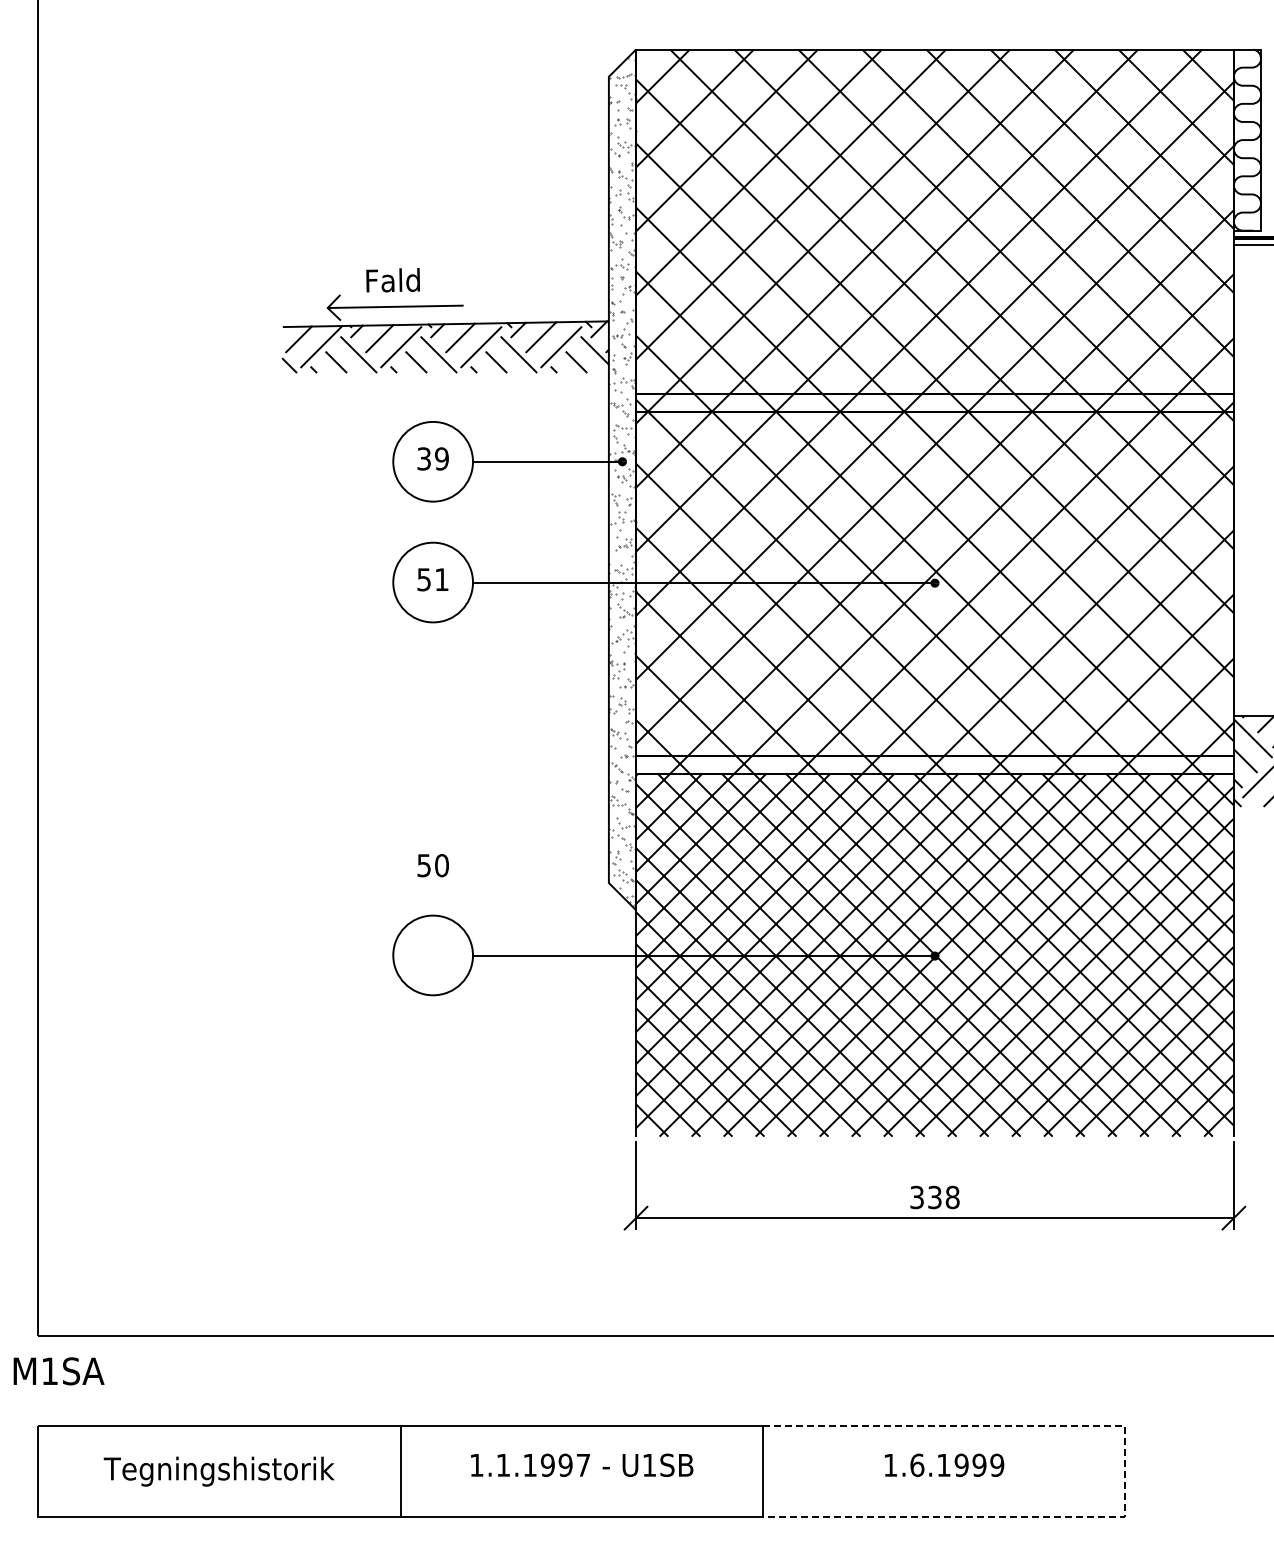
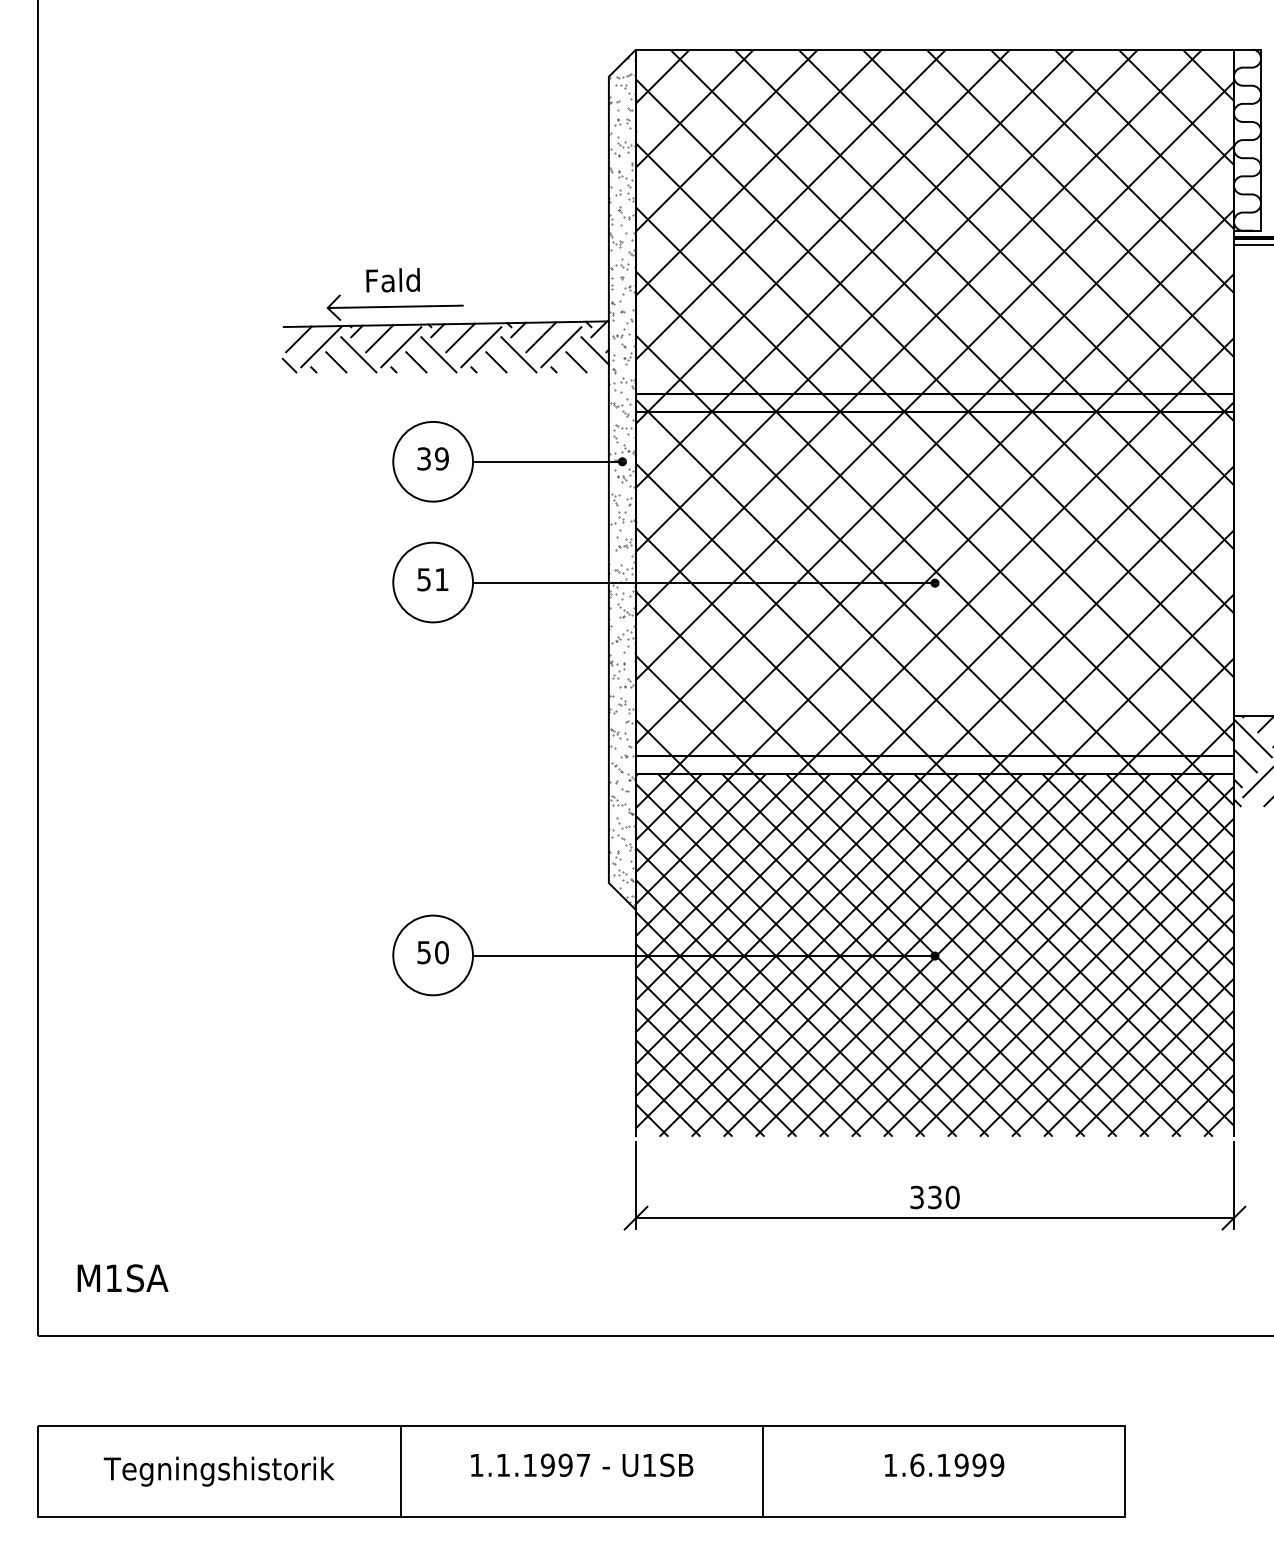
text at (432, 865) position: (432, 865) -> (432, 952)
text at (952, 1197): 338 -> 330
text at (58, 1371) position: (58, 1371) -> (122, 1278)
line at (1125, 1472): dashed -> solid
